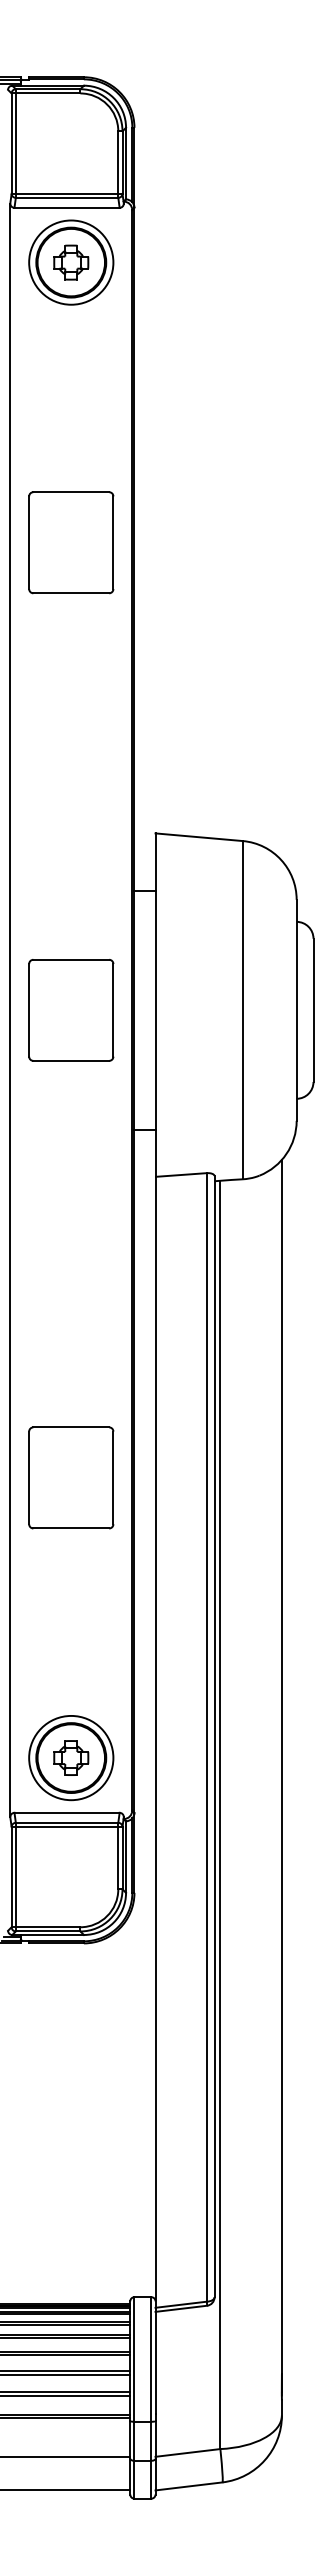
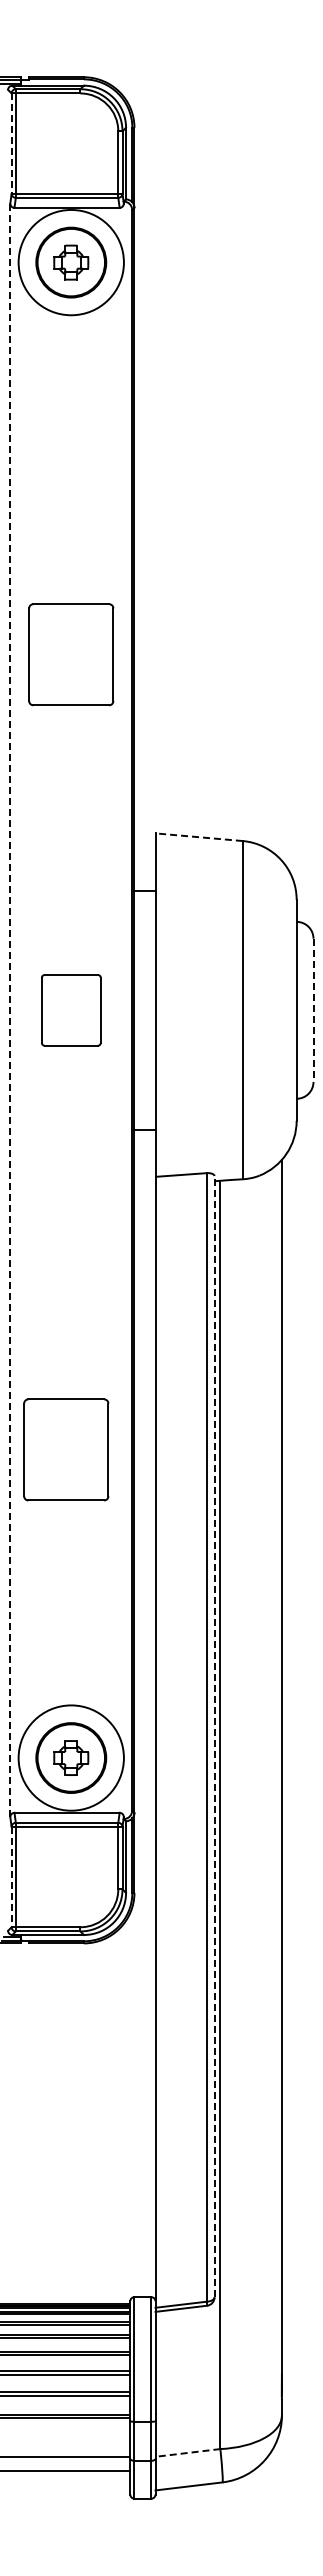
line at (11, 144): solid -> dashed
circle at (71, 262) diameter: 84 px -> 105 px
part at (71, 542) position: (71, 542) -> (71, 654)
line at (199, 837): solid -> dashed
line at (10, 1010): solid -> dashed
part at (71, 1010) size: 87x103 px -> 61x73 px
line at (313, 1010): solid -> dashed
part at (71, 1477) position: (71, 1477) -> (66, 1449)
line at (214, 1736): solid -> dashed
circle at (71, 1757) diameter: 84 px -> 105 px
line at (11, 1877): solid -> dashed
line at (187, 2452): solid -> dashed
line at (66, 2490) position: (66, 2490) -> (66, 2471)
